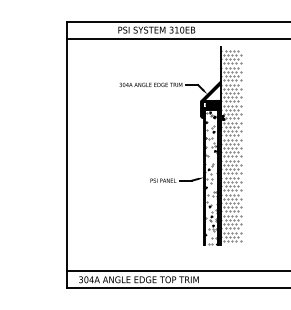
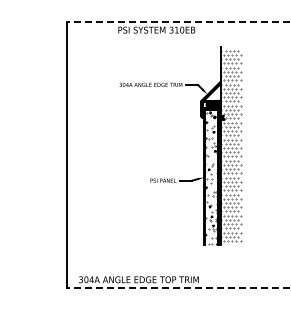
line at (179, 21): solid -> dashed
line at (177, 38): present -> none
line at (177, 271): present -> none
line at (179, 288): solid -> dashed
